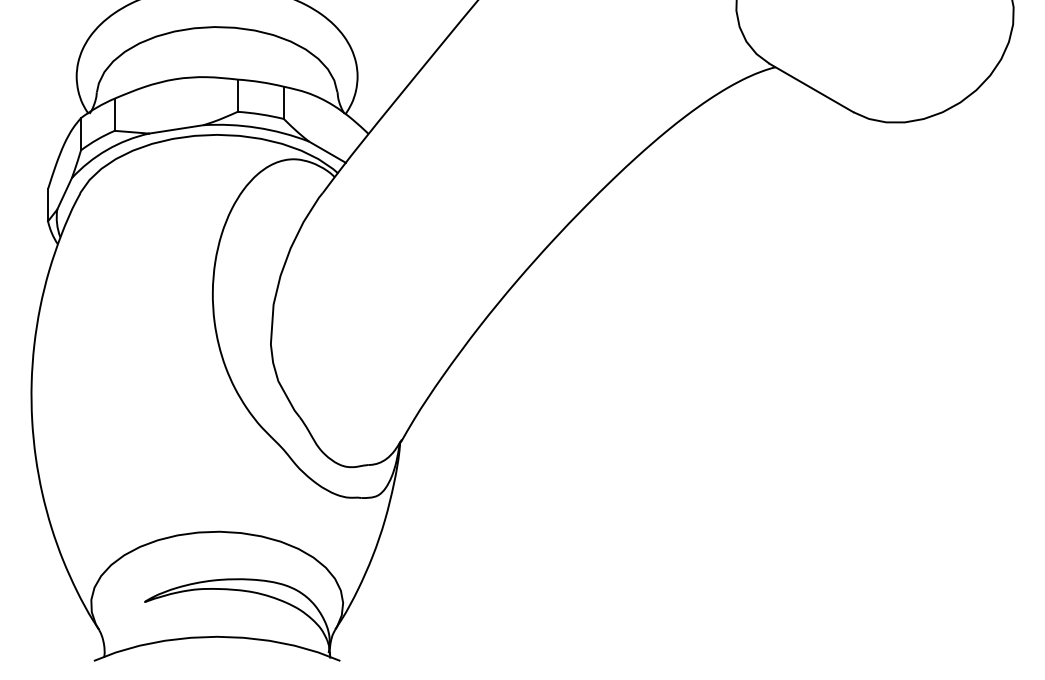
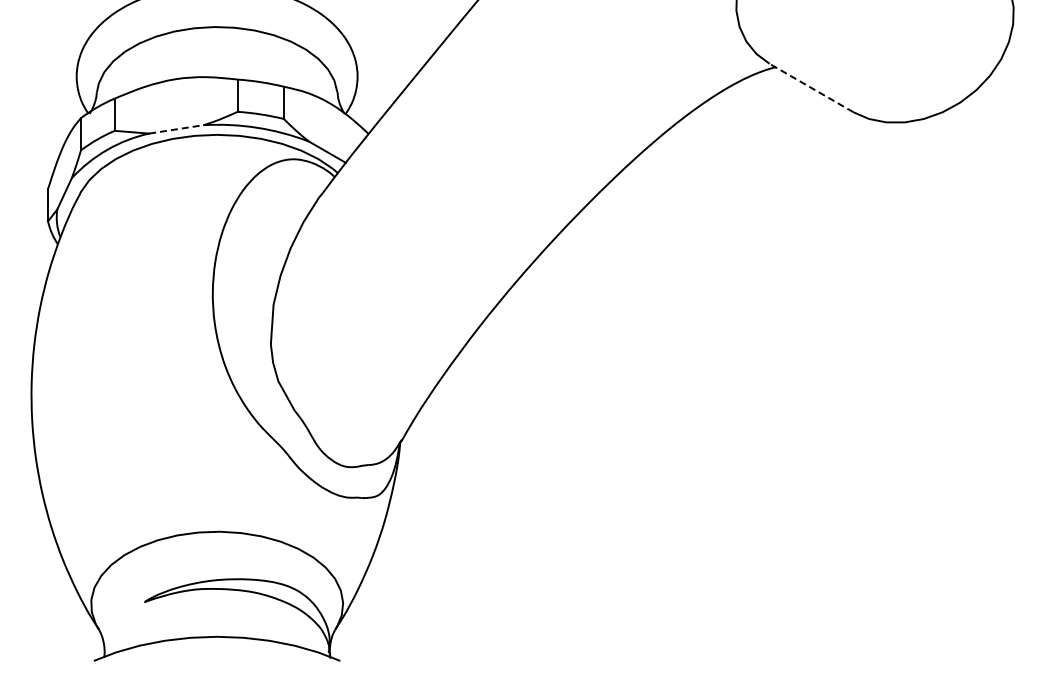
line at (811, 87): solid -> dashed
line at (176, 129): solid -> dashed
